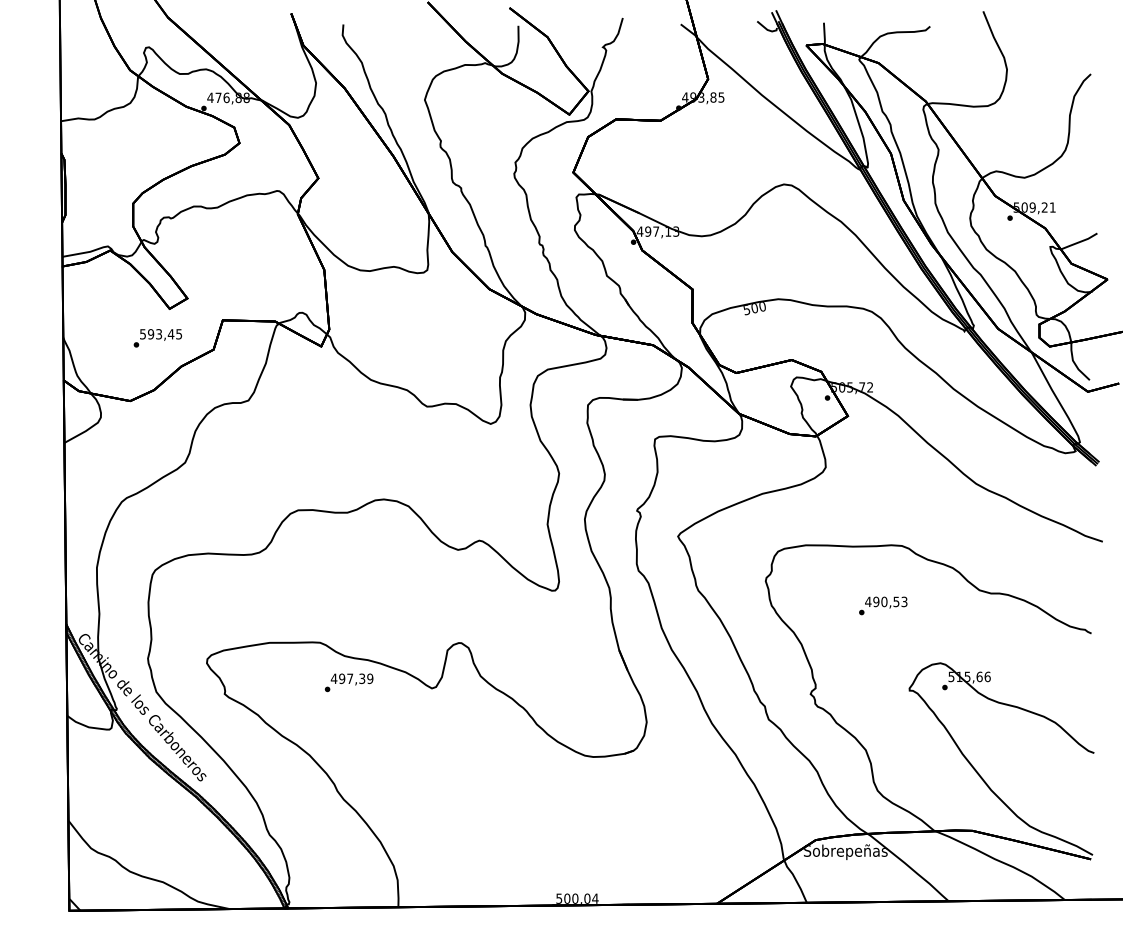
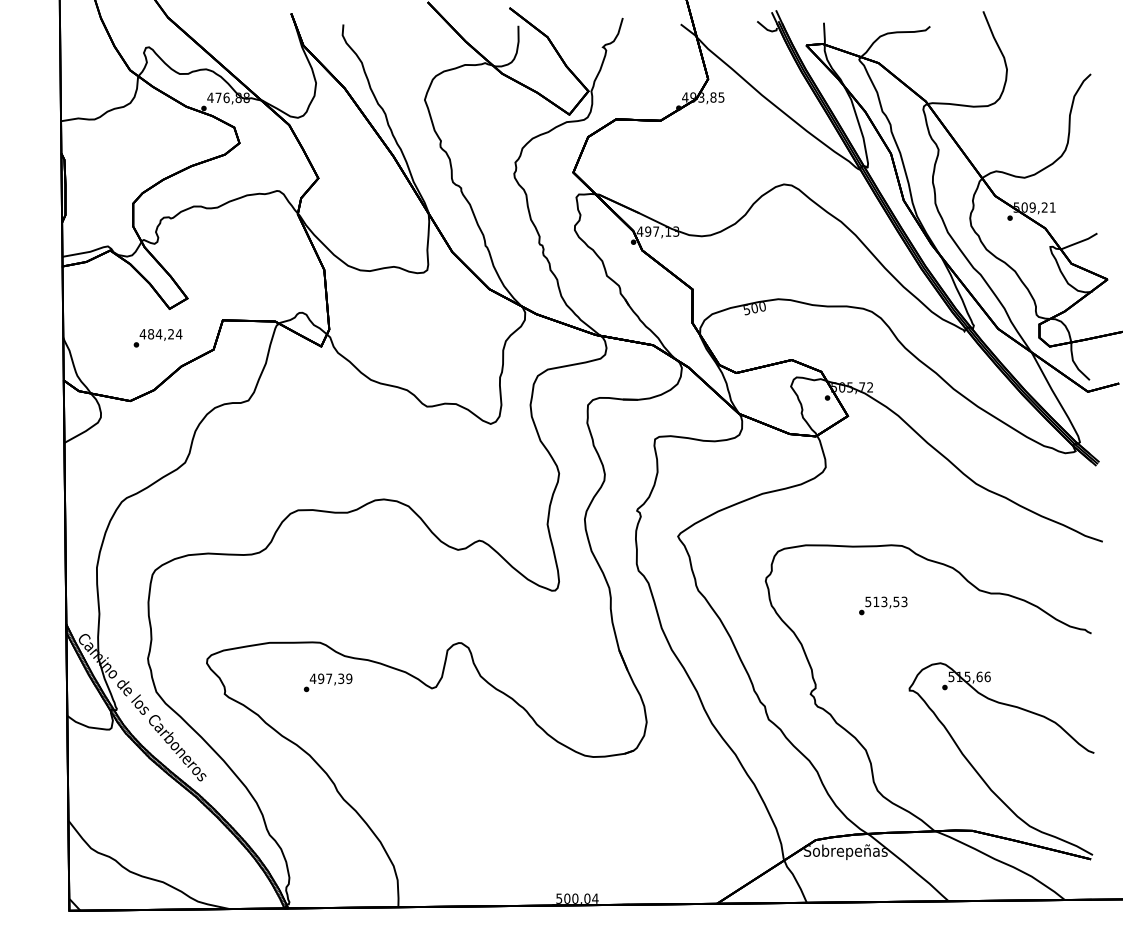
text at (160, 334): 593,45 -> 484,24
text at (876, 601): 490,53 -> 513,53
text at (348, 682) position: (348, 682) -> (327, 682)
